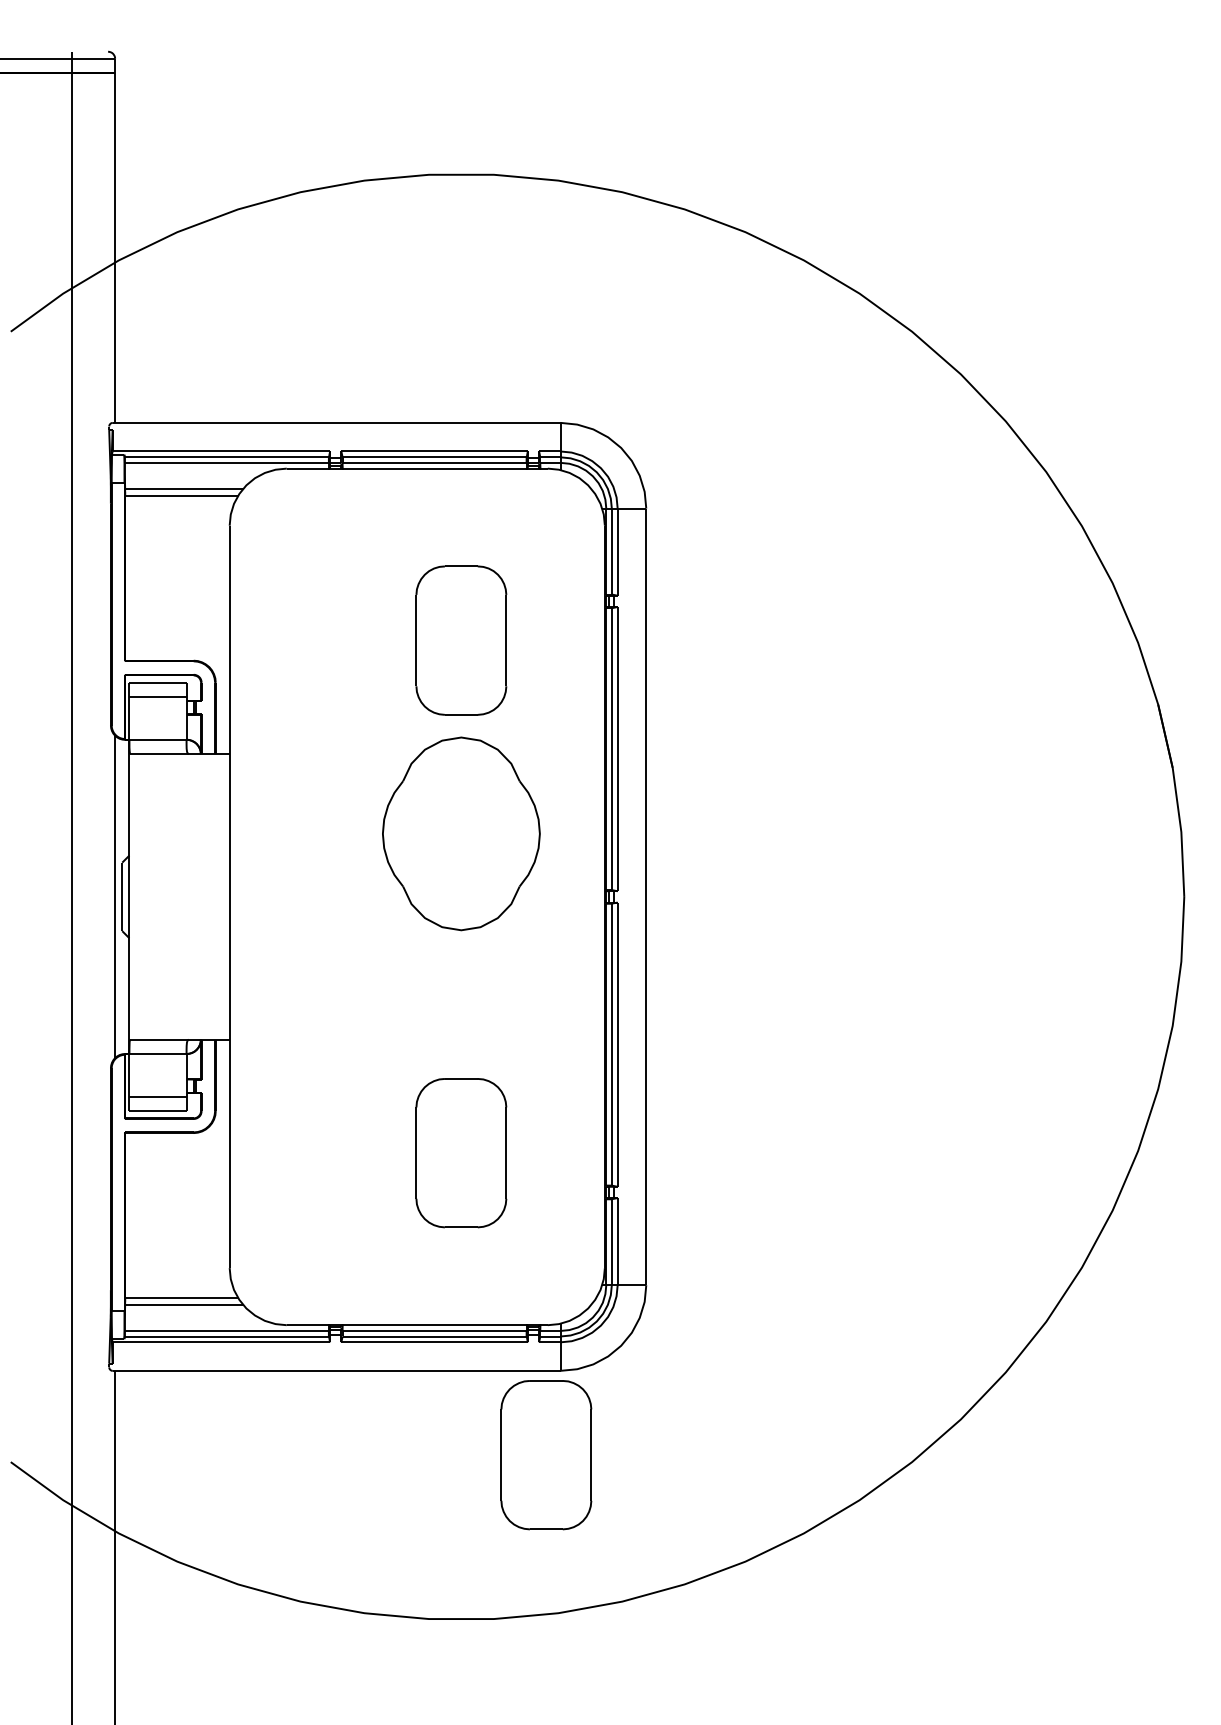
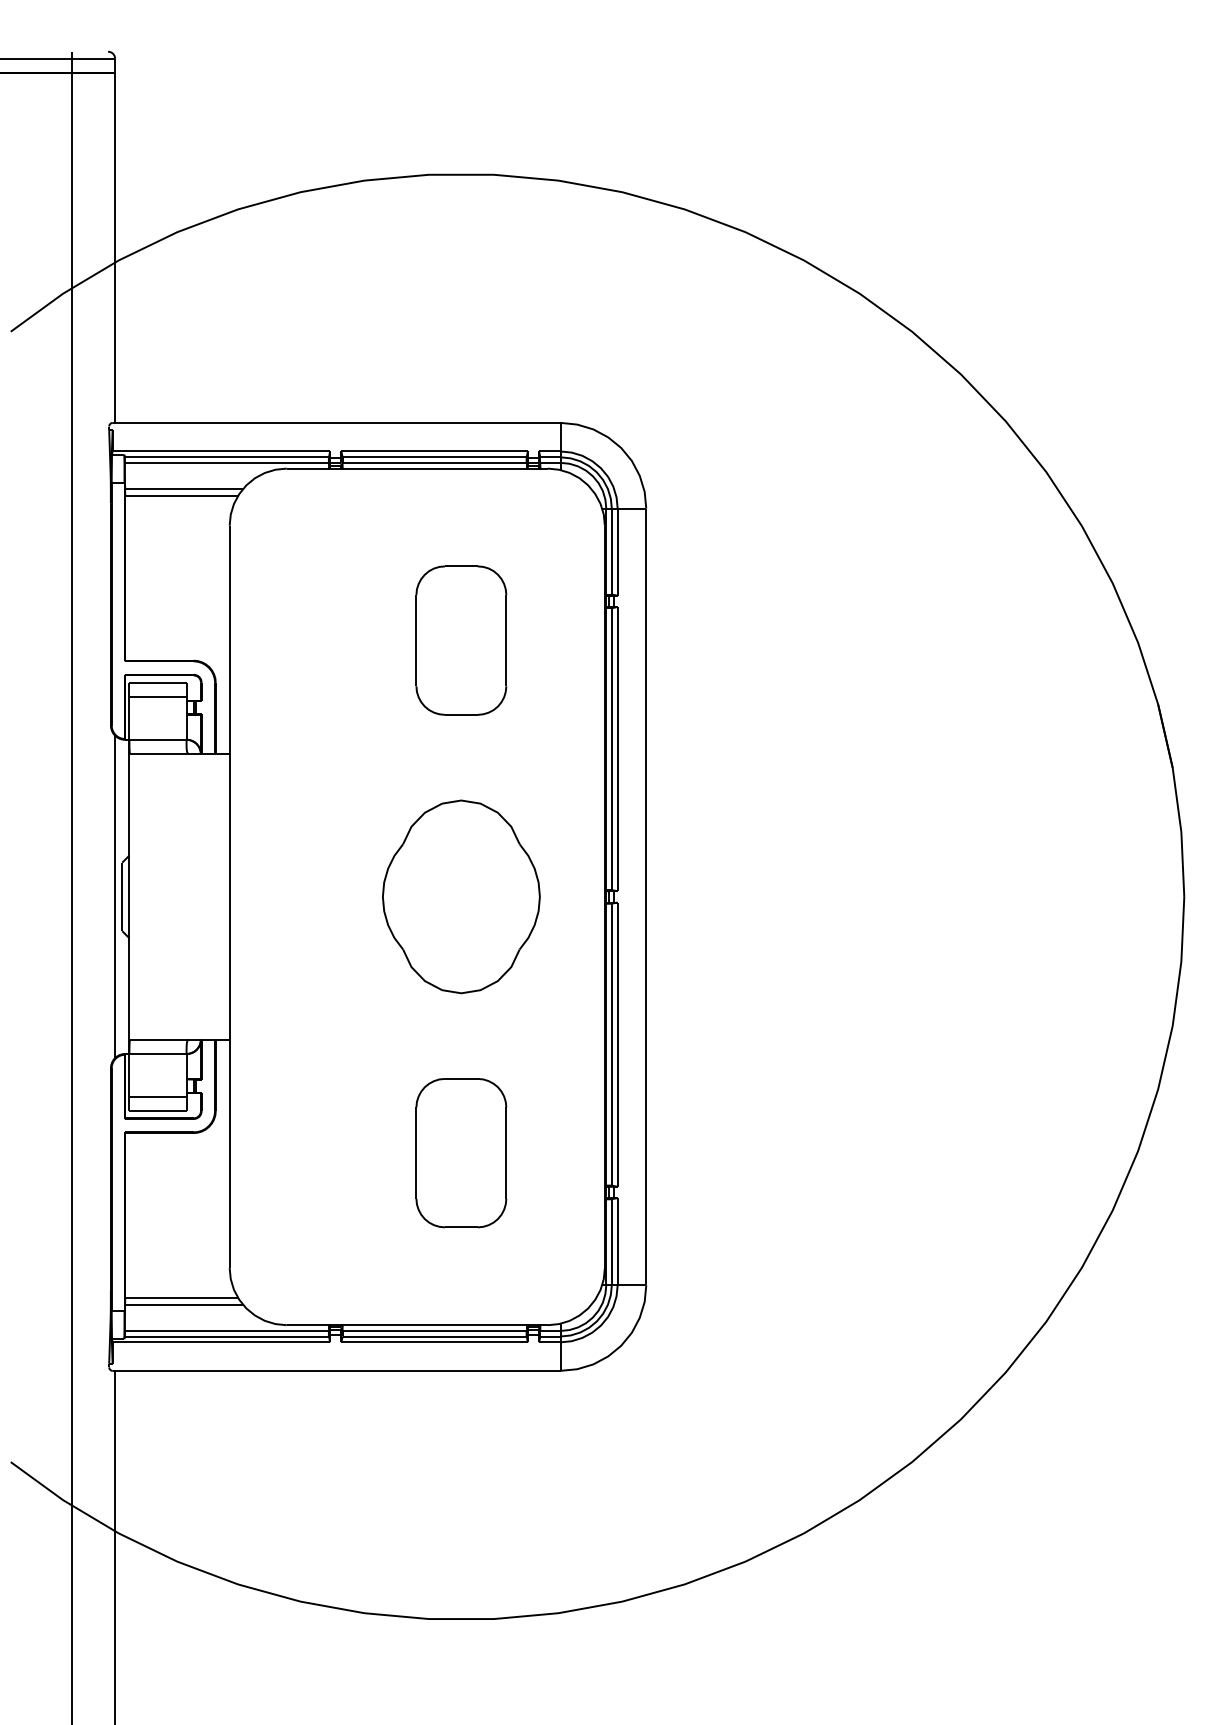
part at (461, 833) position: (461, 833) -> (461, 896)
part at (546, 1455): present -> none
